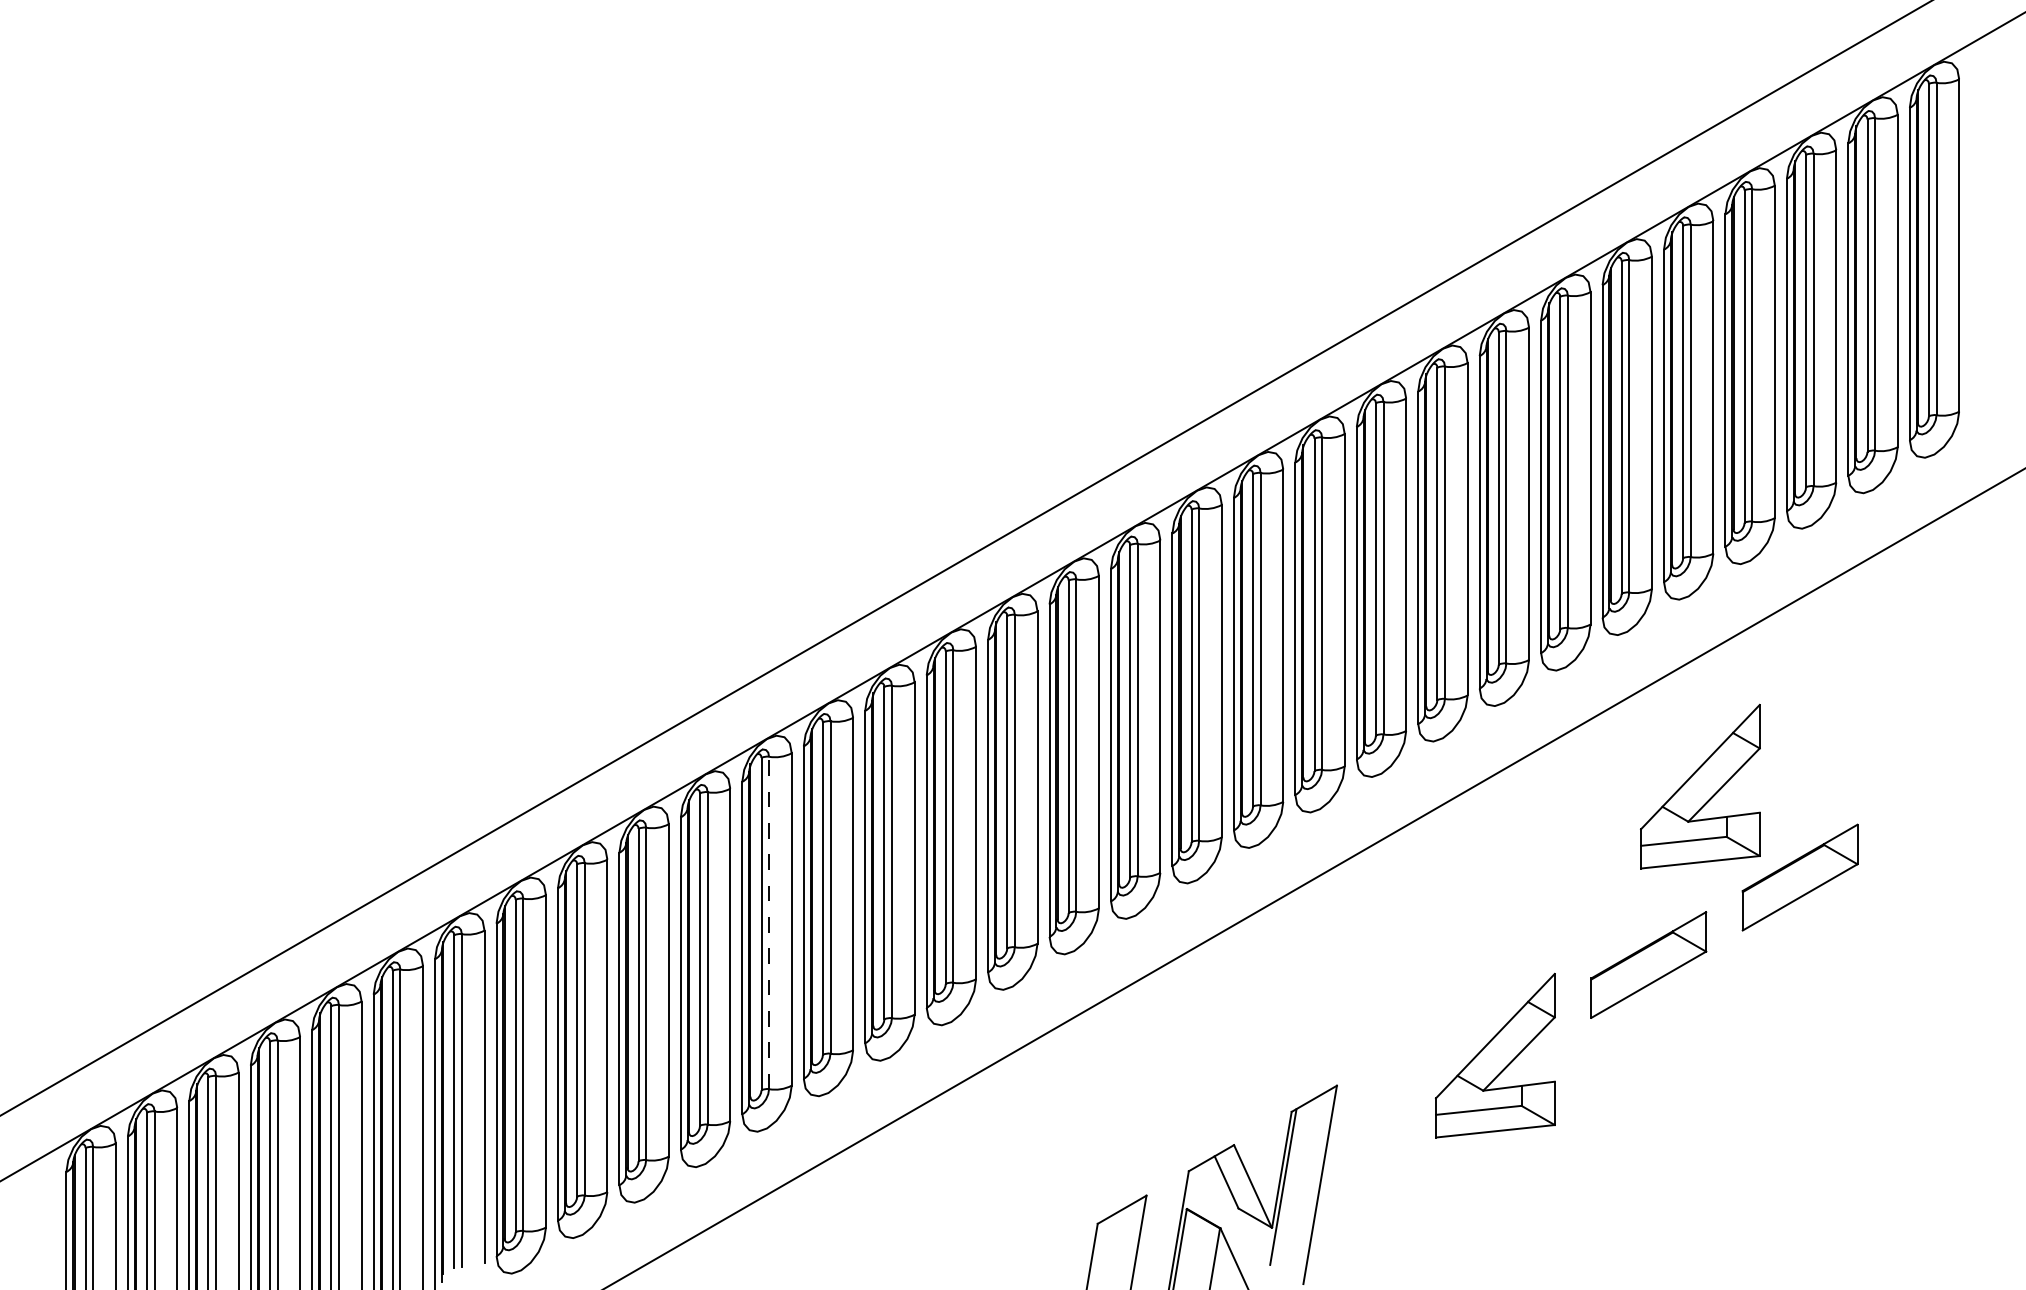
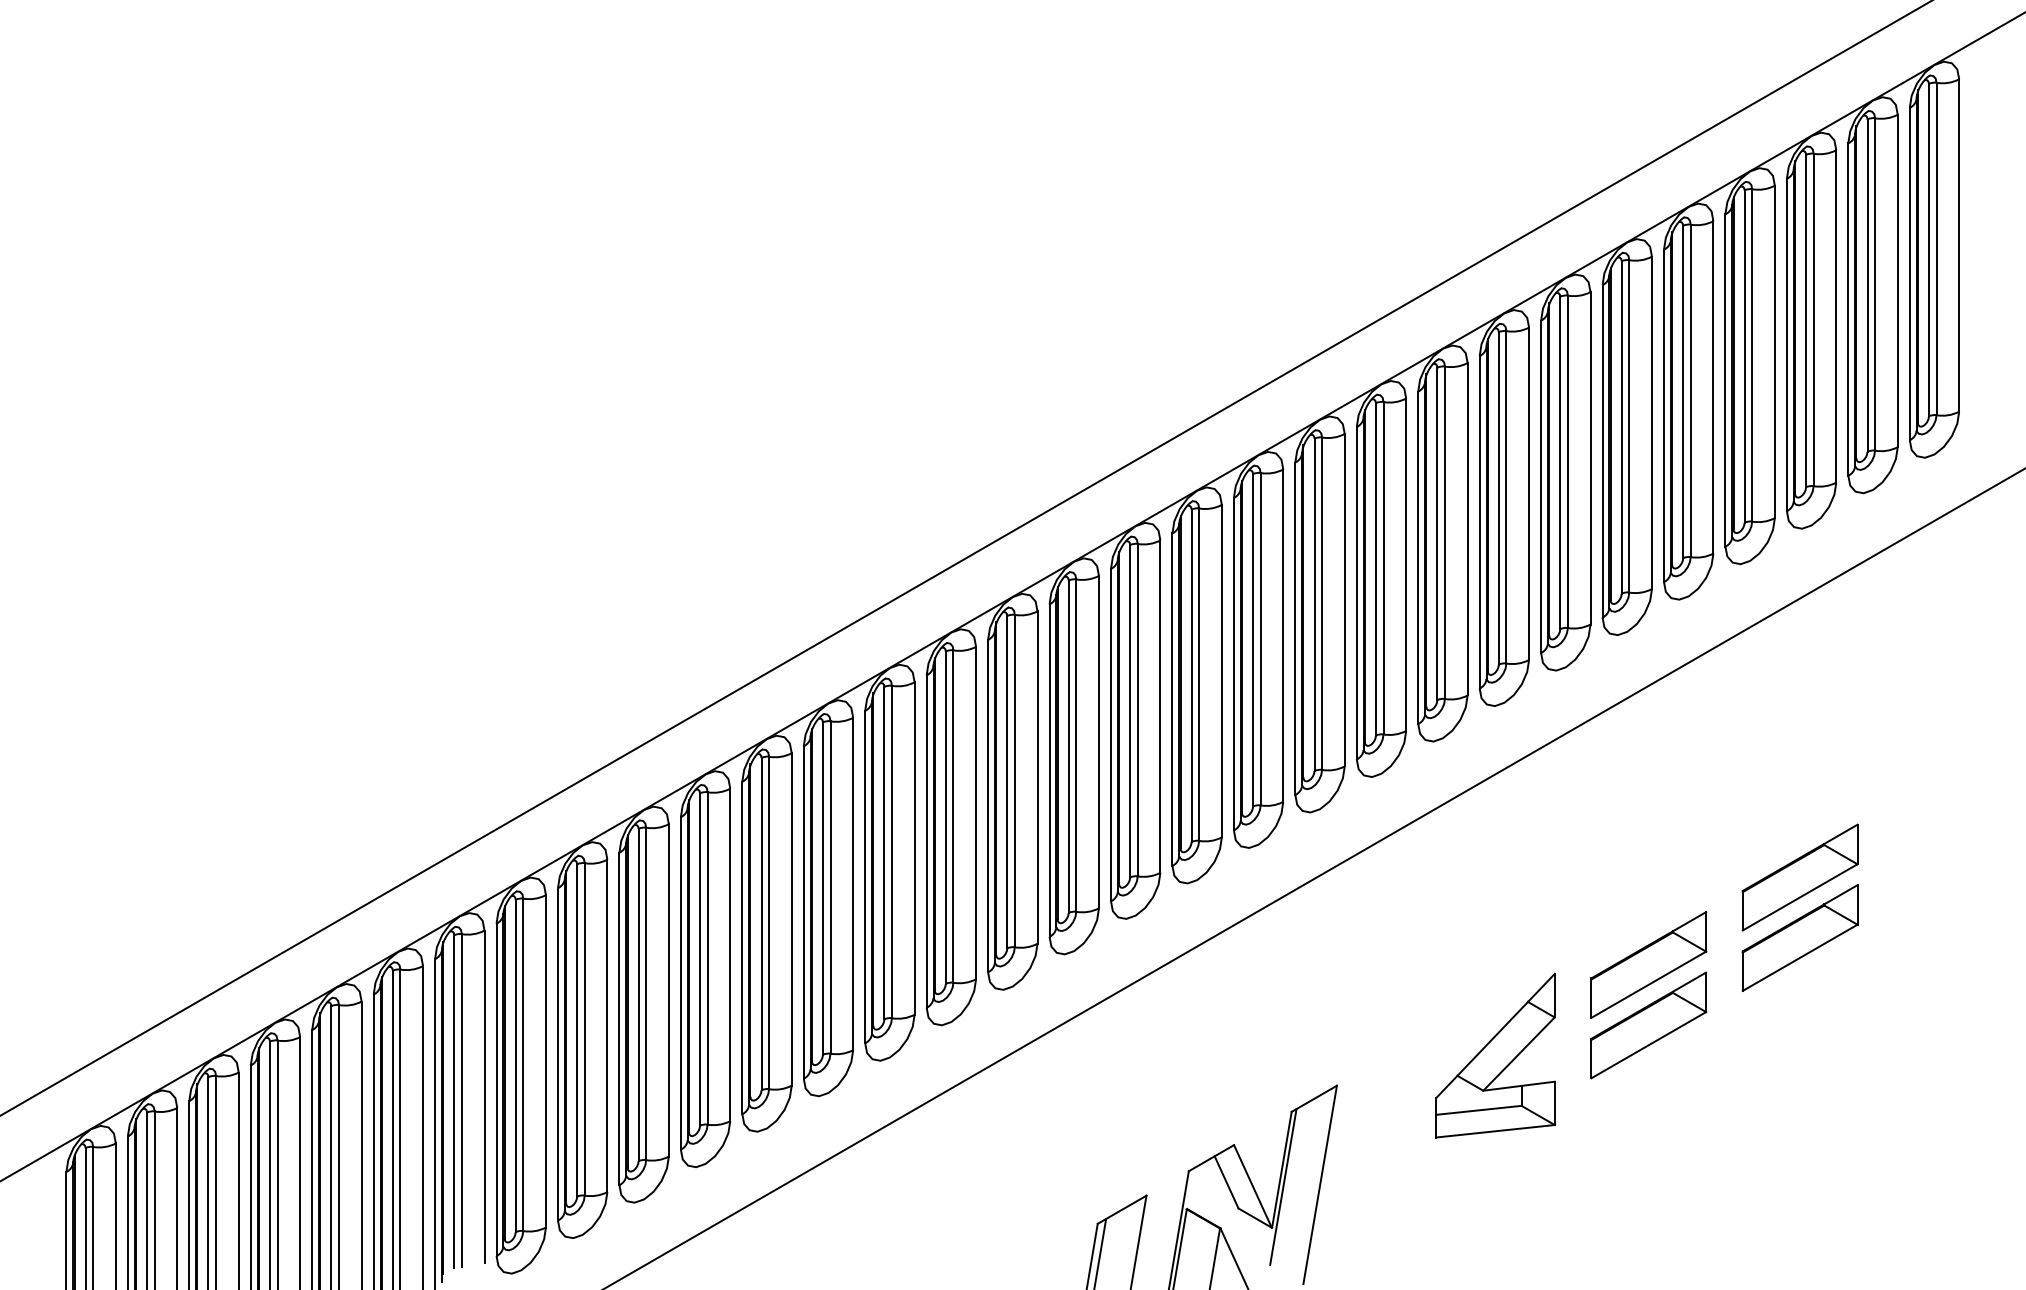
part at (1700, 786): present -> none
line at (769, 922): dashed -> solid
part at (1799, 937): none -> present
part at (1648, 1025): none -> present
line at (1100, 1252): none -> present
